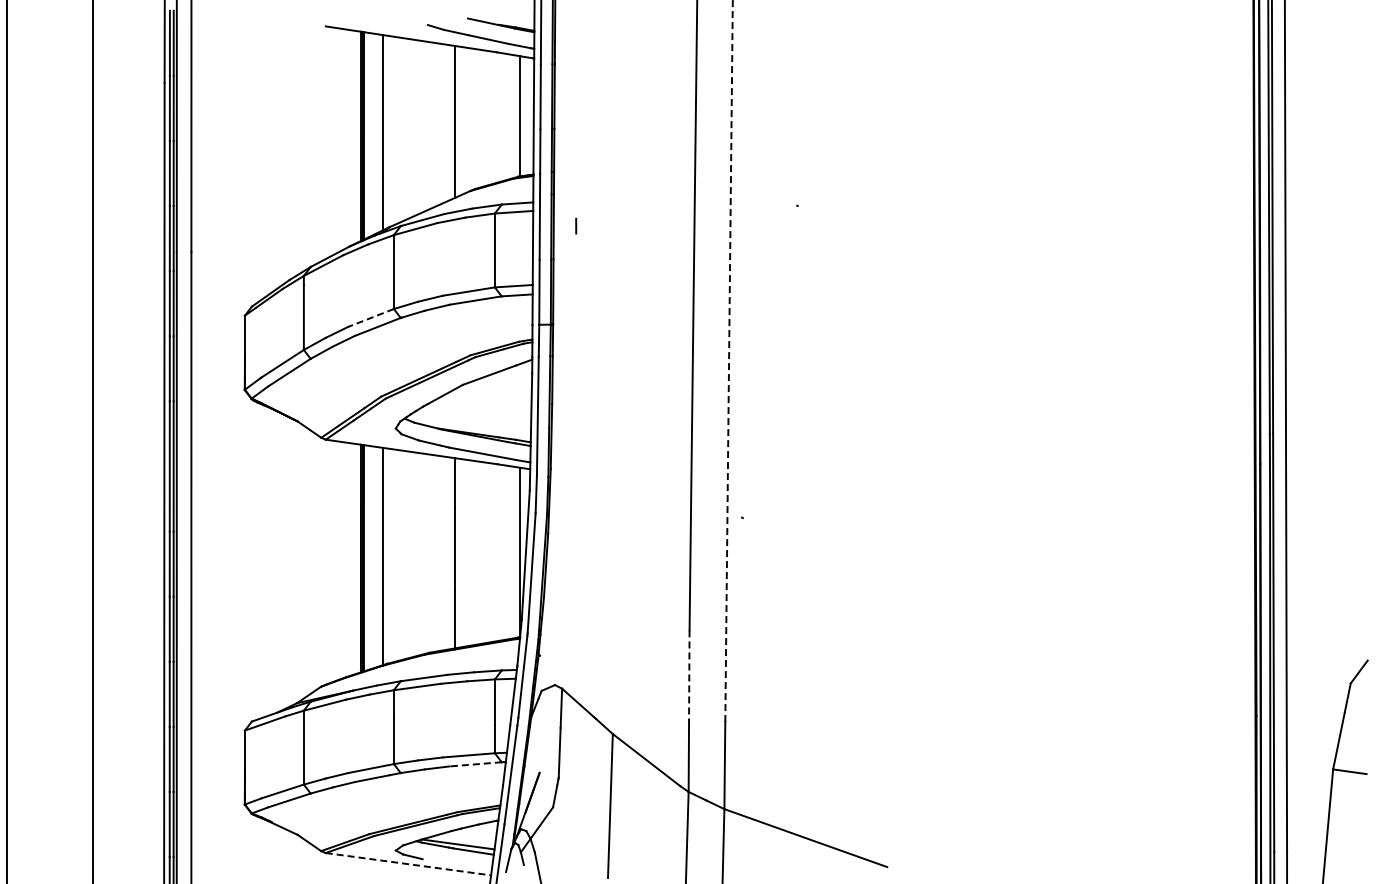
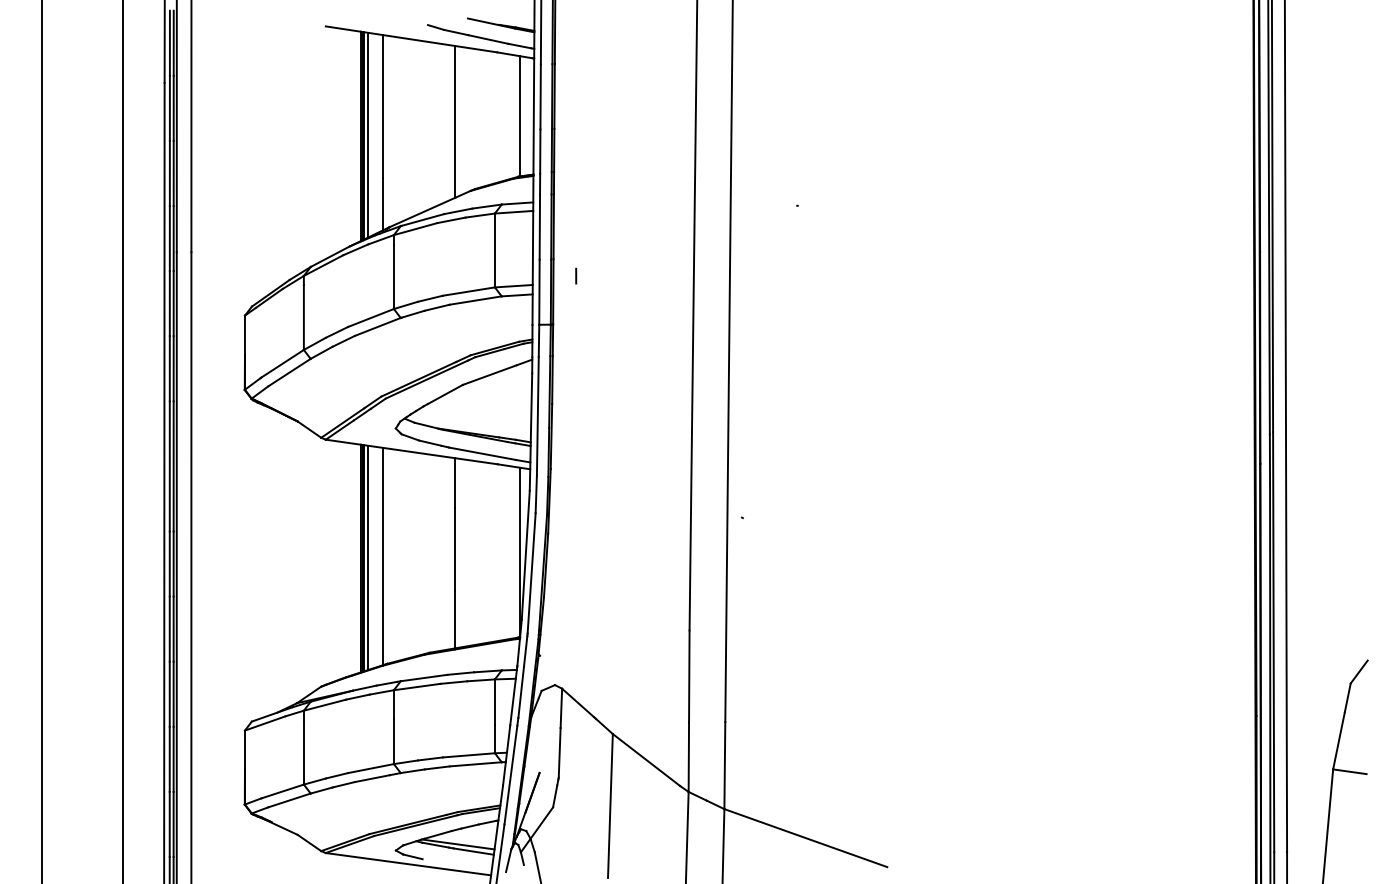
line at (368, 134): none -> present
line at (576, 225) position: (576, 225) -> (576, 275)
line at (371, 317): dashed -> solid
line at (729, 361): dashed -> solid
line at (6, 441) position: (6, 441) -> (41, 441)
line at (92, 441) position: (92, 441) -> (122, 441)
line at (368, 557): none -> present
line at (689, 676): dashed -> solid
line at (475, 764): dashed -> solid
line at (408, 864): dashed -> solid
